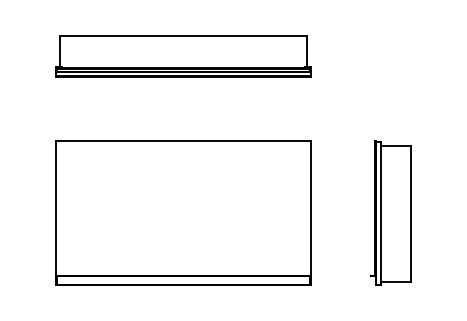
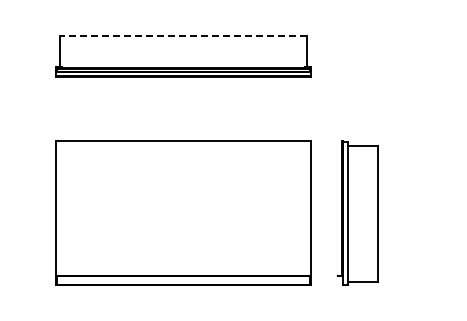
line at (183, 36): solid -> dashed
part at (390, 212) position: (390, 212) -> (357, 212)
